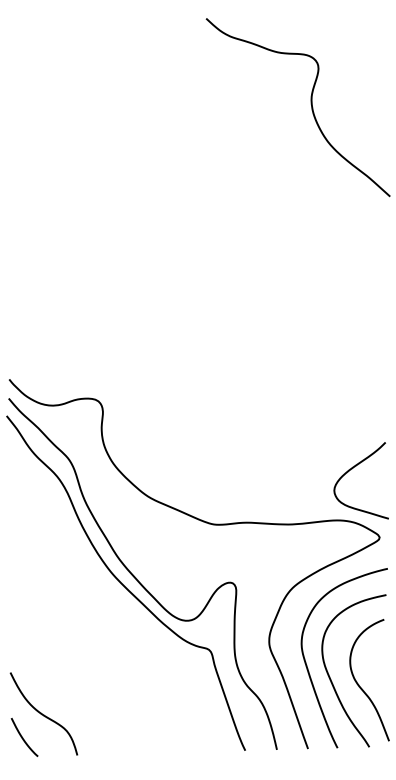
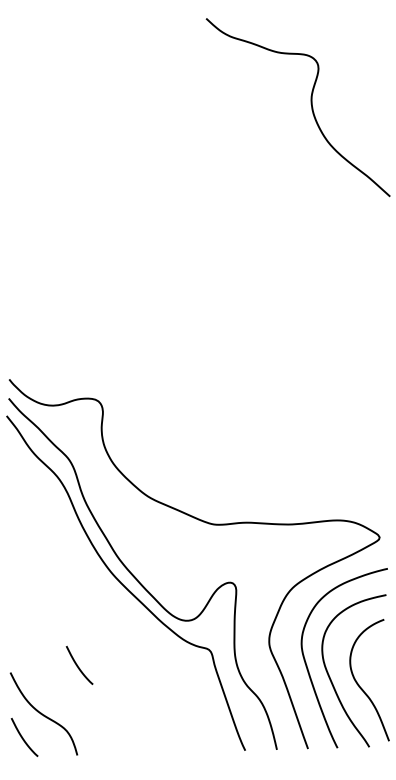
curve at (352, 469): present -> none
curve at (78, 665): none -> present
